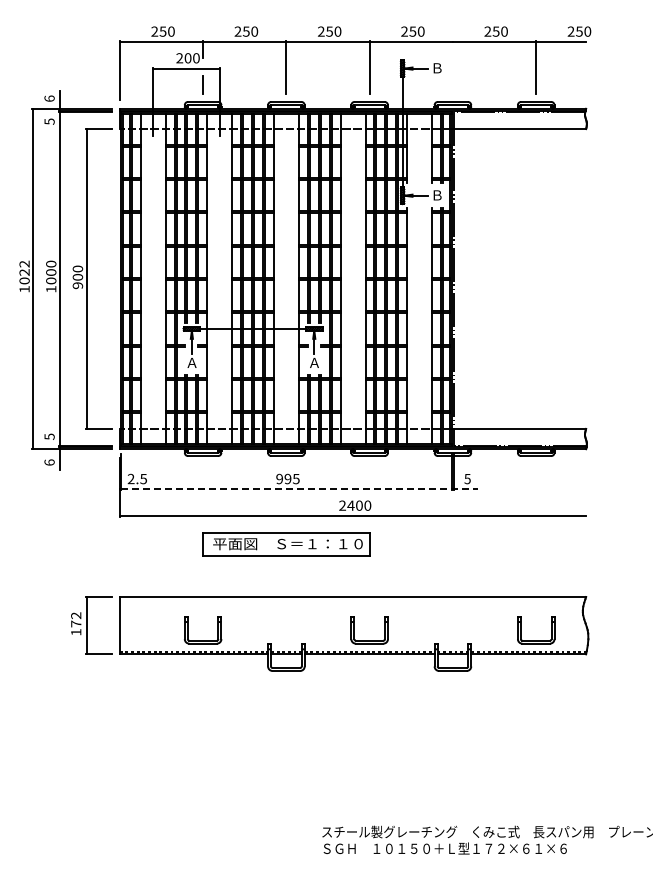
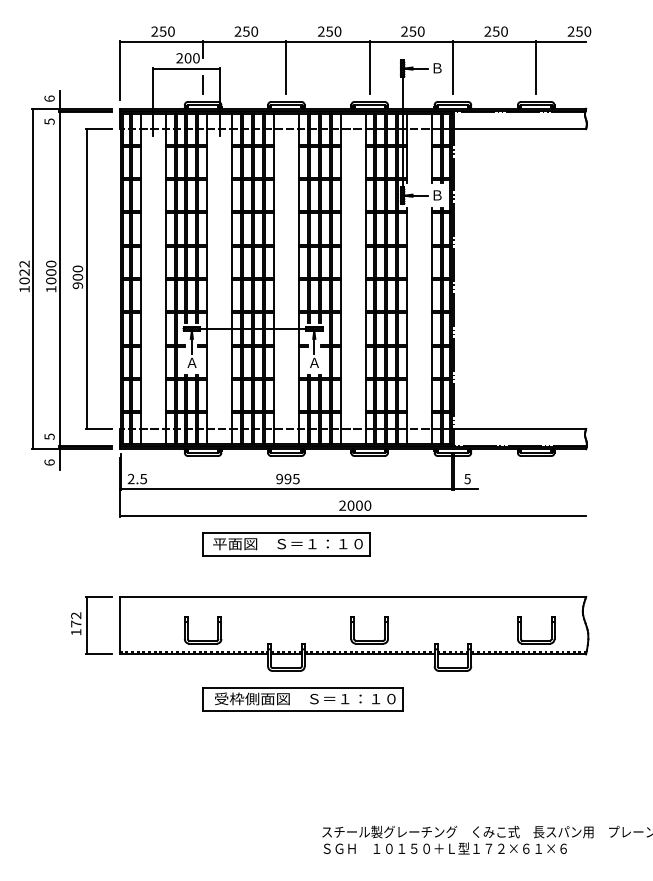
line at (452, 66): none -> present
line at (299, 489): dashed -> solid
text at (350, 505): 2400 -> 2000
part at (302, 699): none -> present
